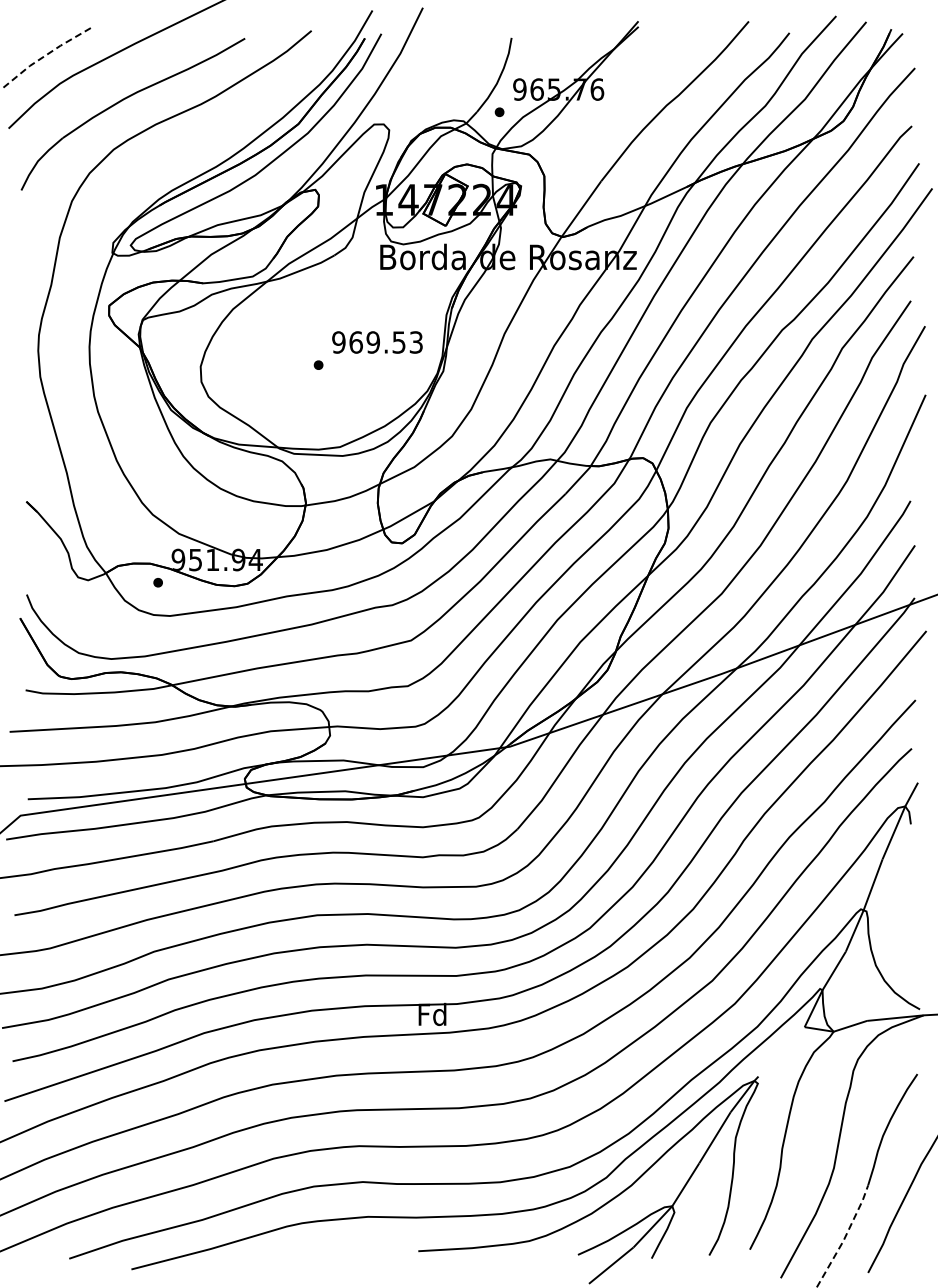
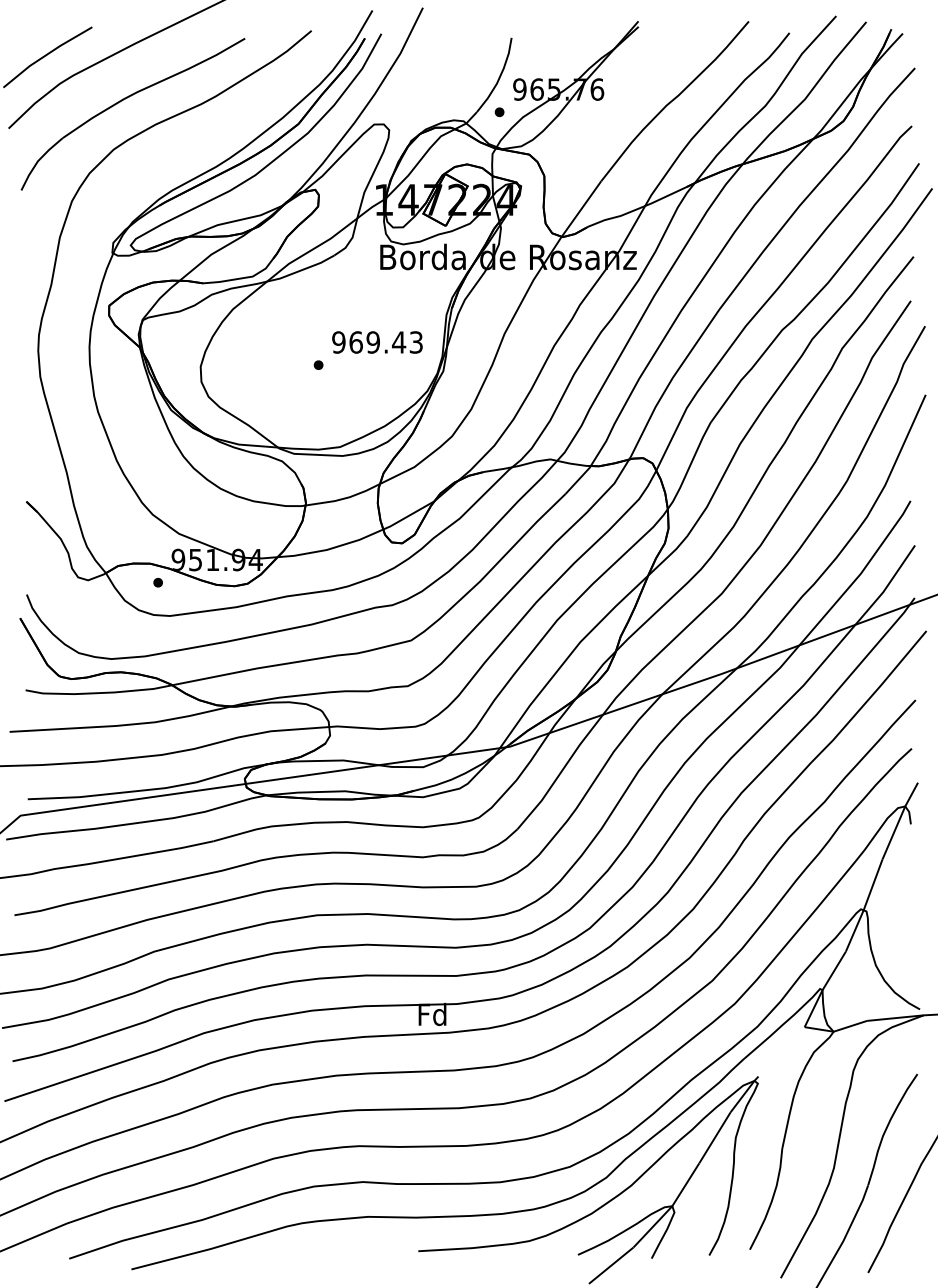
line at (46, 55): dashed -> solid
text at (399, 342): 969.53 -> 969.43
line at (845, 1237): dashed -> solid
